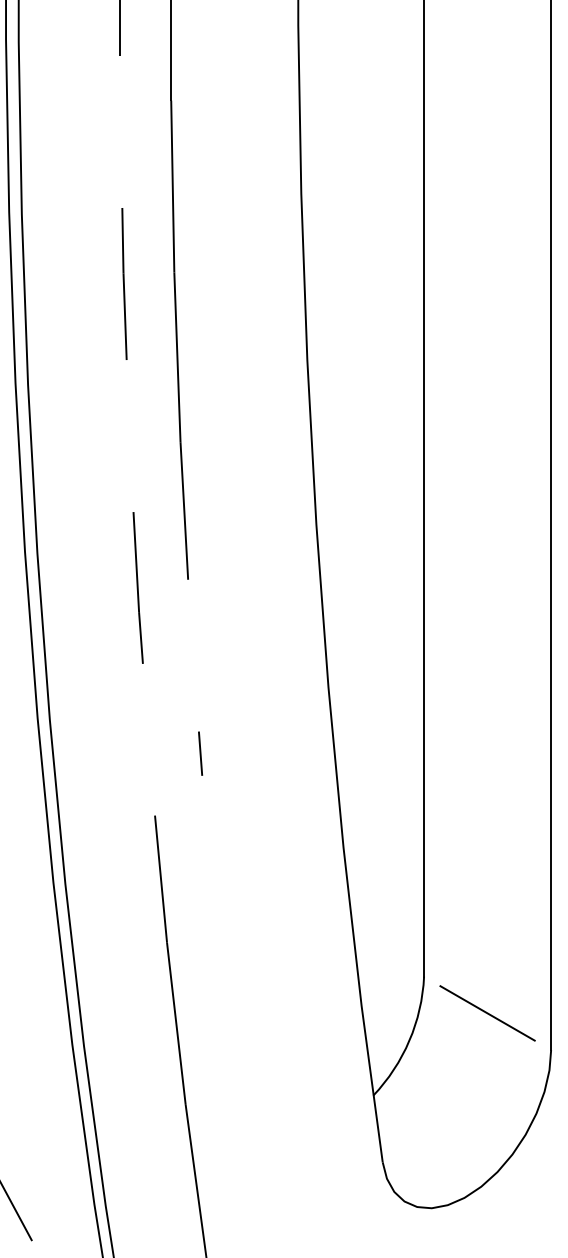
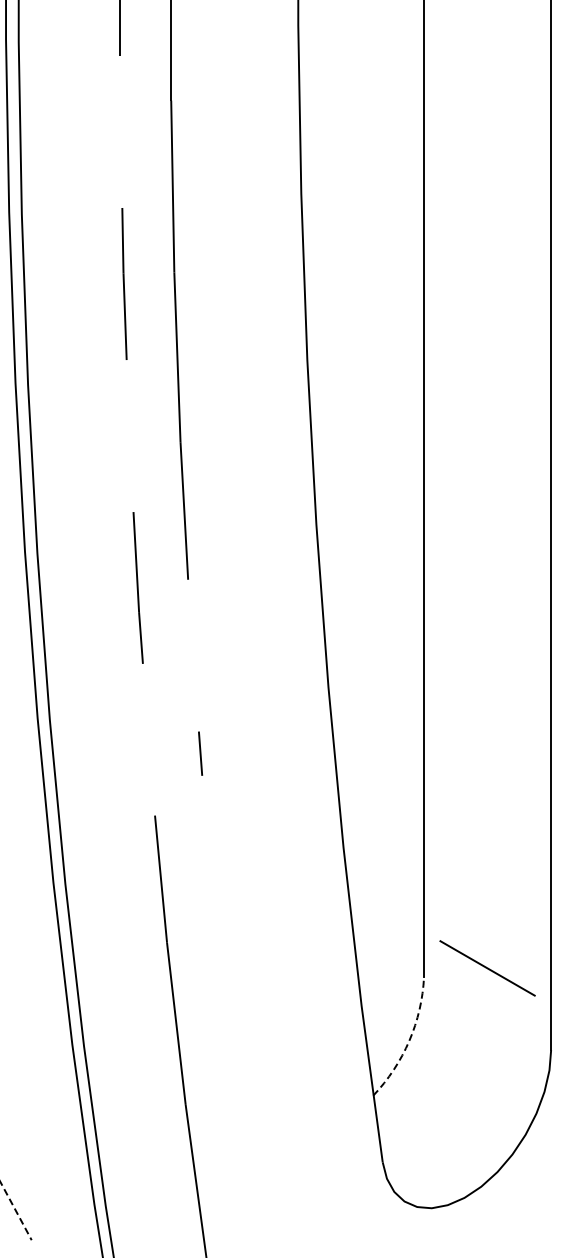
line at (487, 1013) position: (487, 1013) -> (487, 968)
arc at (409, 1040): solid -> dashed
line at (16, 1211): solid -> dashed
